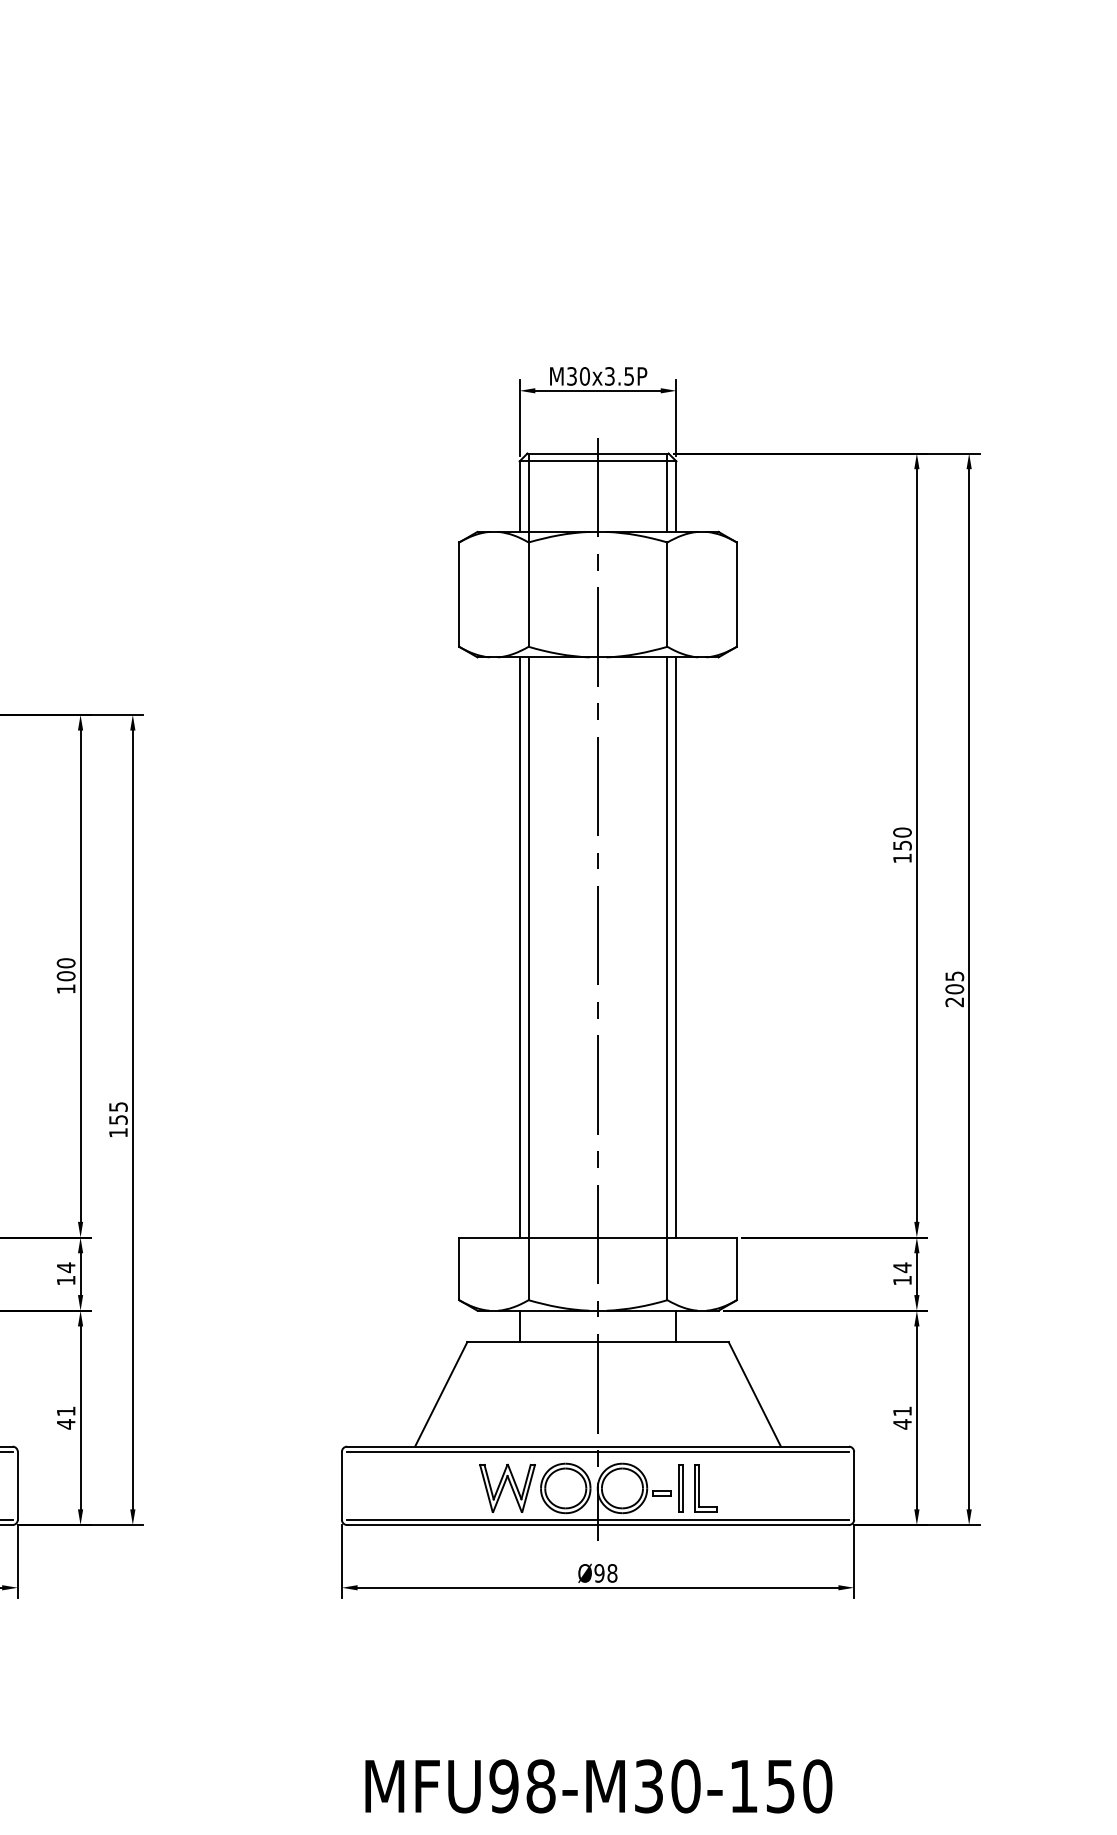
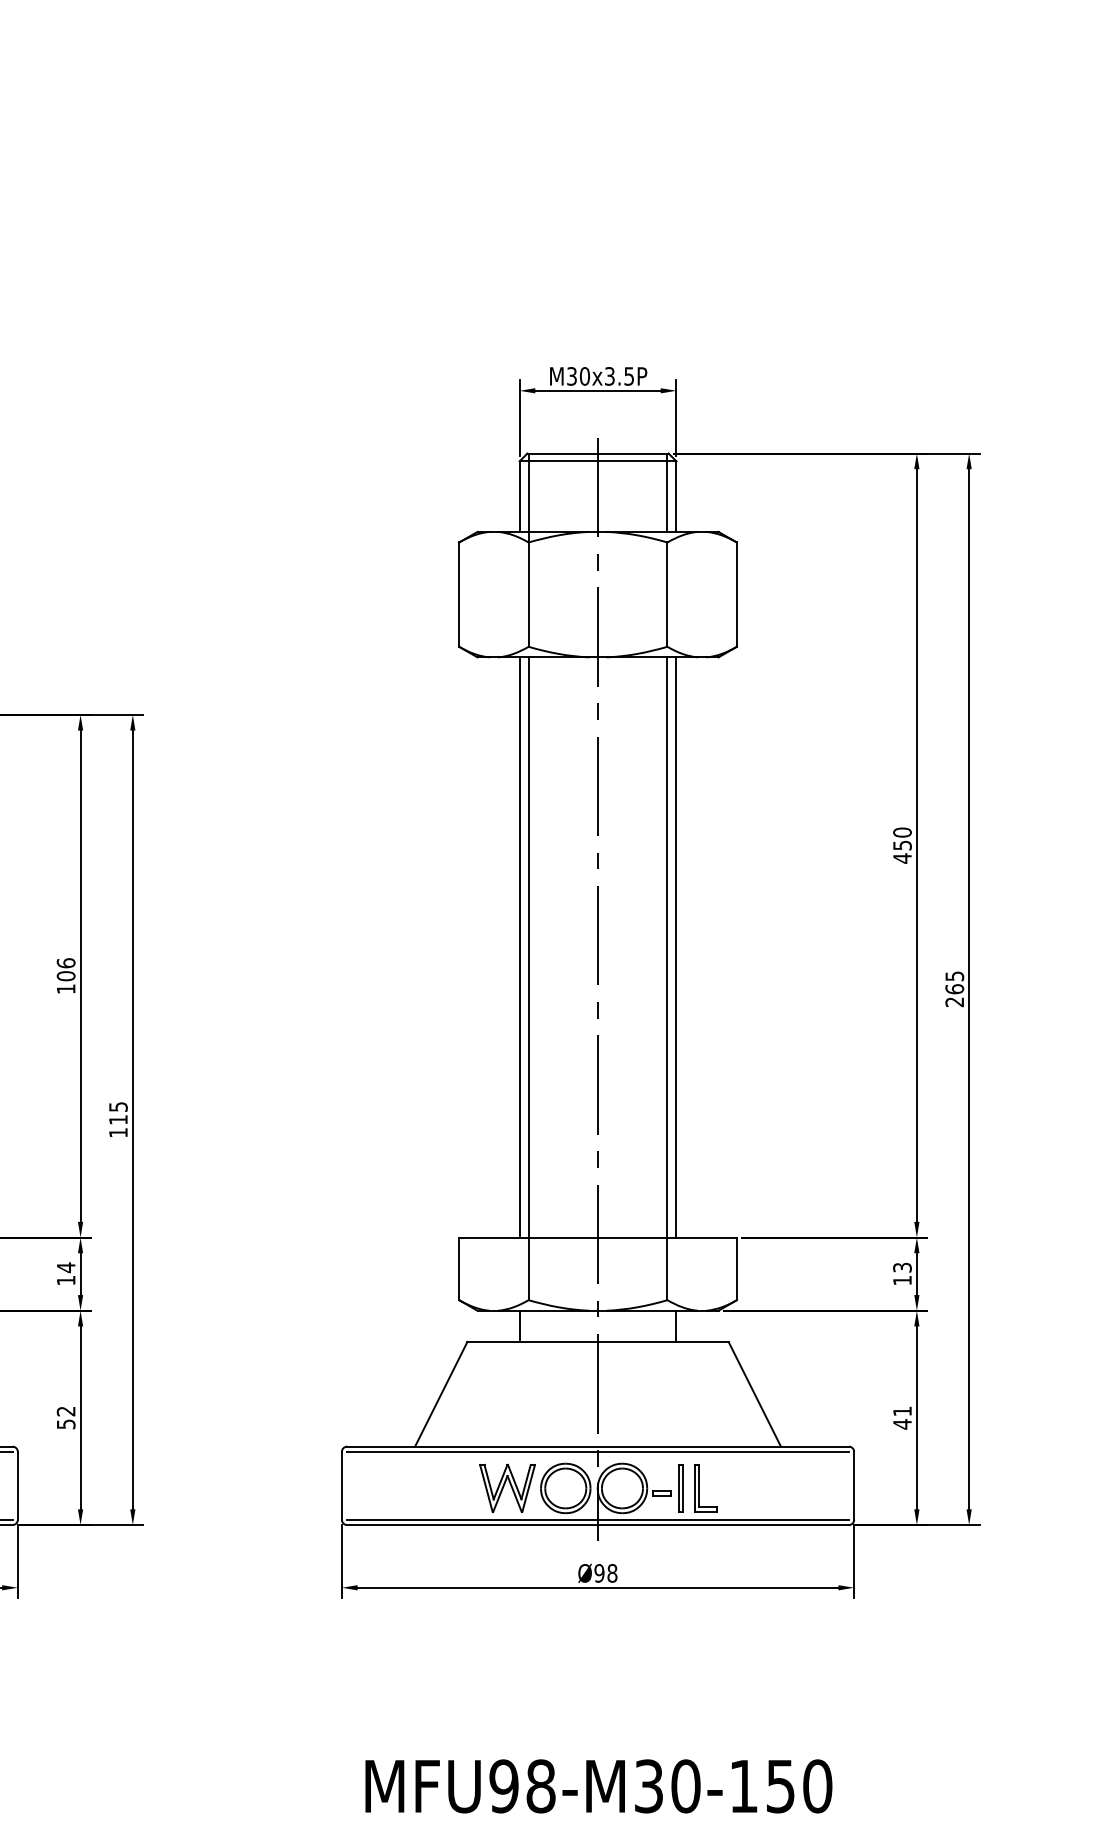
text at (902, 858): 150 -> 450
text at (65, 963): 100 -> 106
text at (954, 989): 205 -> 265
text at (118, 1119): 155 -> 115
text at (902, 1267): 14 -> 13
text at (65, 1417): 41 -> 52
